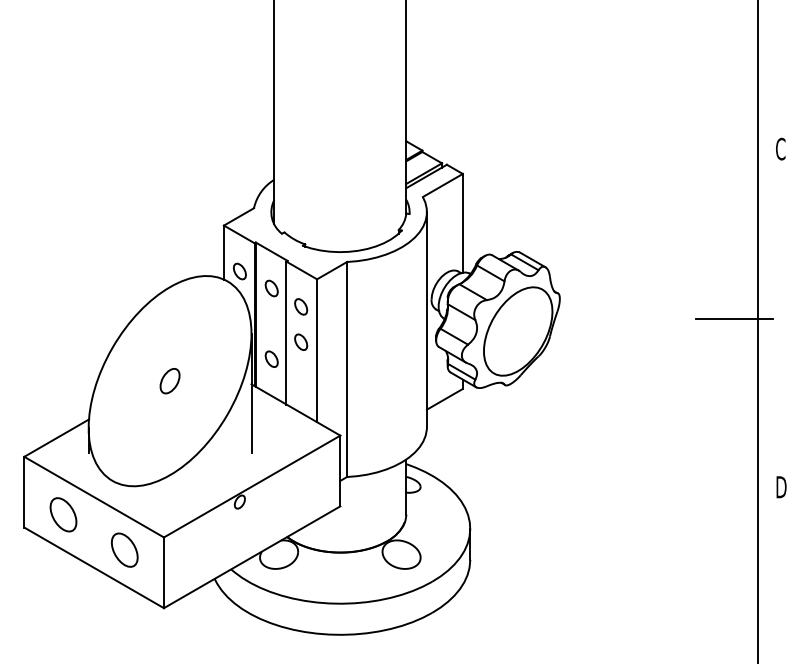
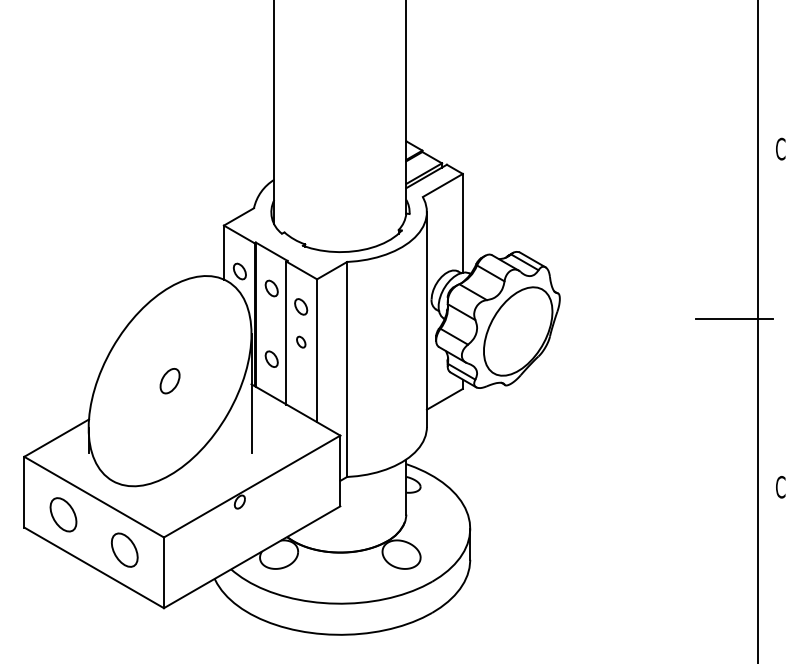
part at (301, 341) size: 15x18 px -> 11x14 px
text at (781, 487): D -> C
